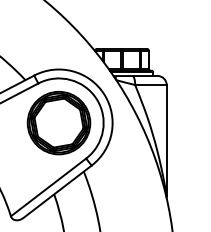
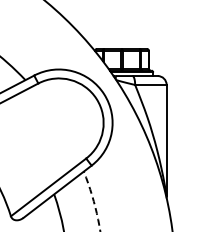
part at (58, 123): present -> none
arc at (93, 201): solid -> dashed
